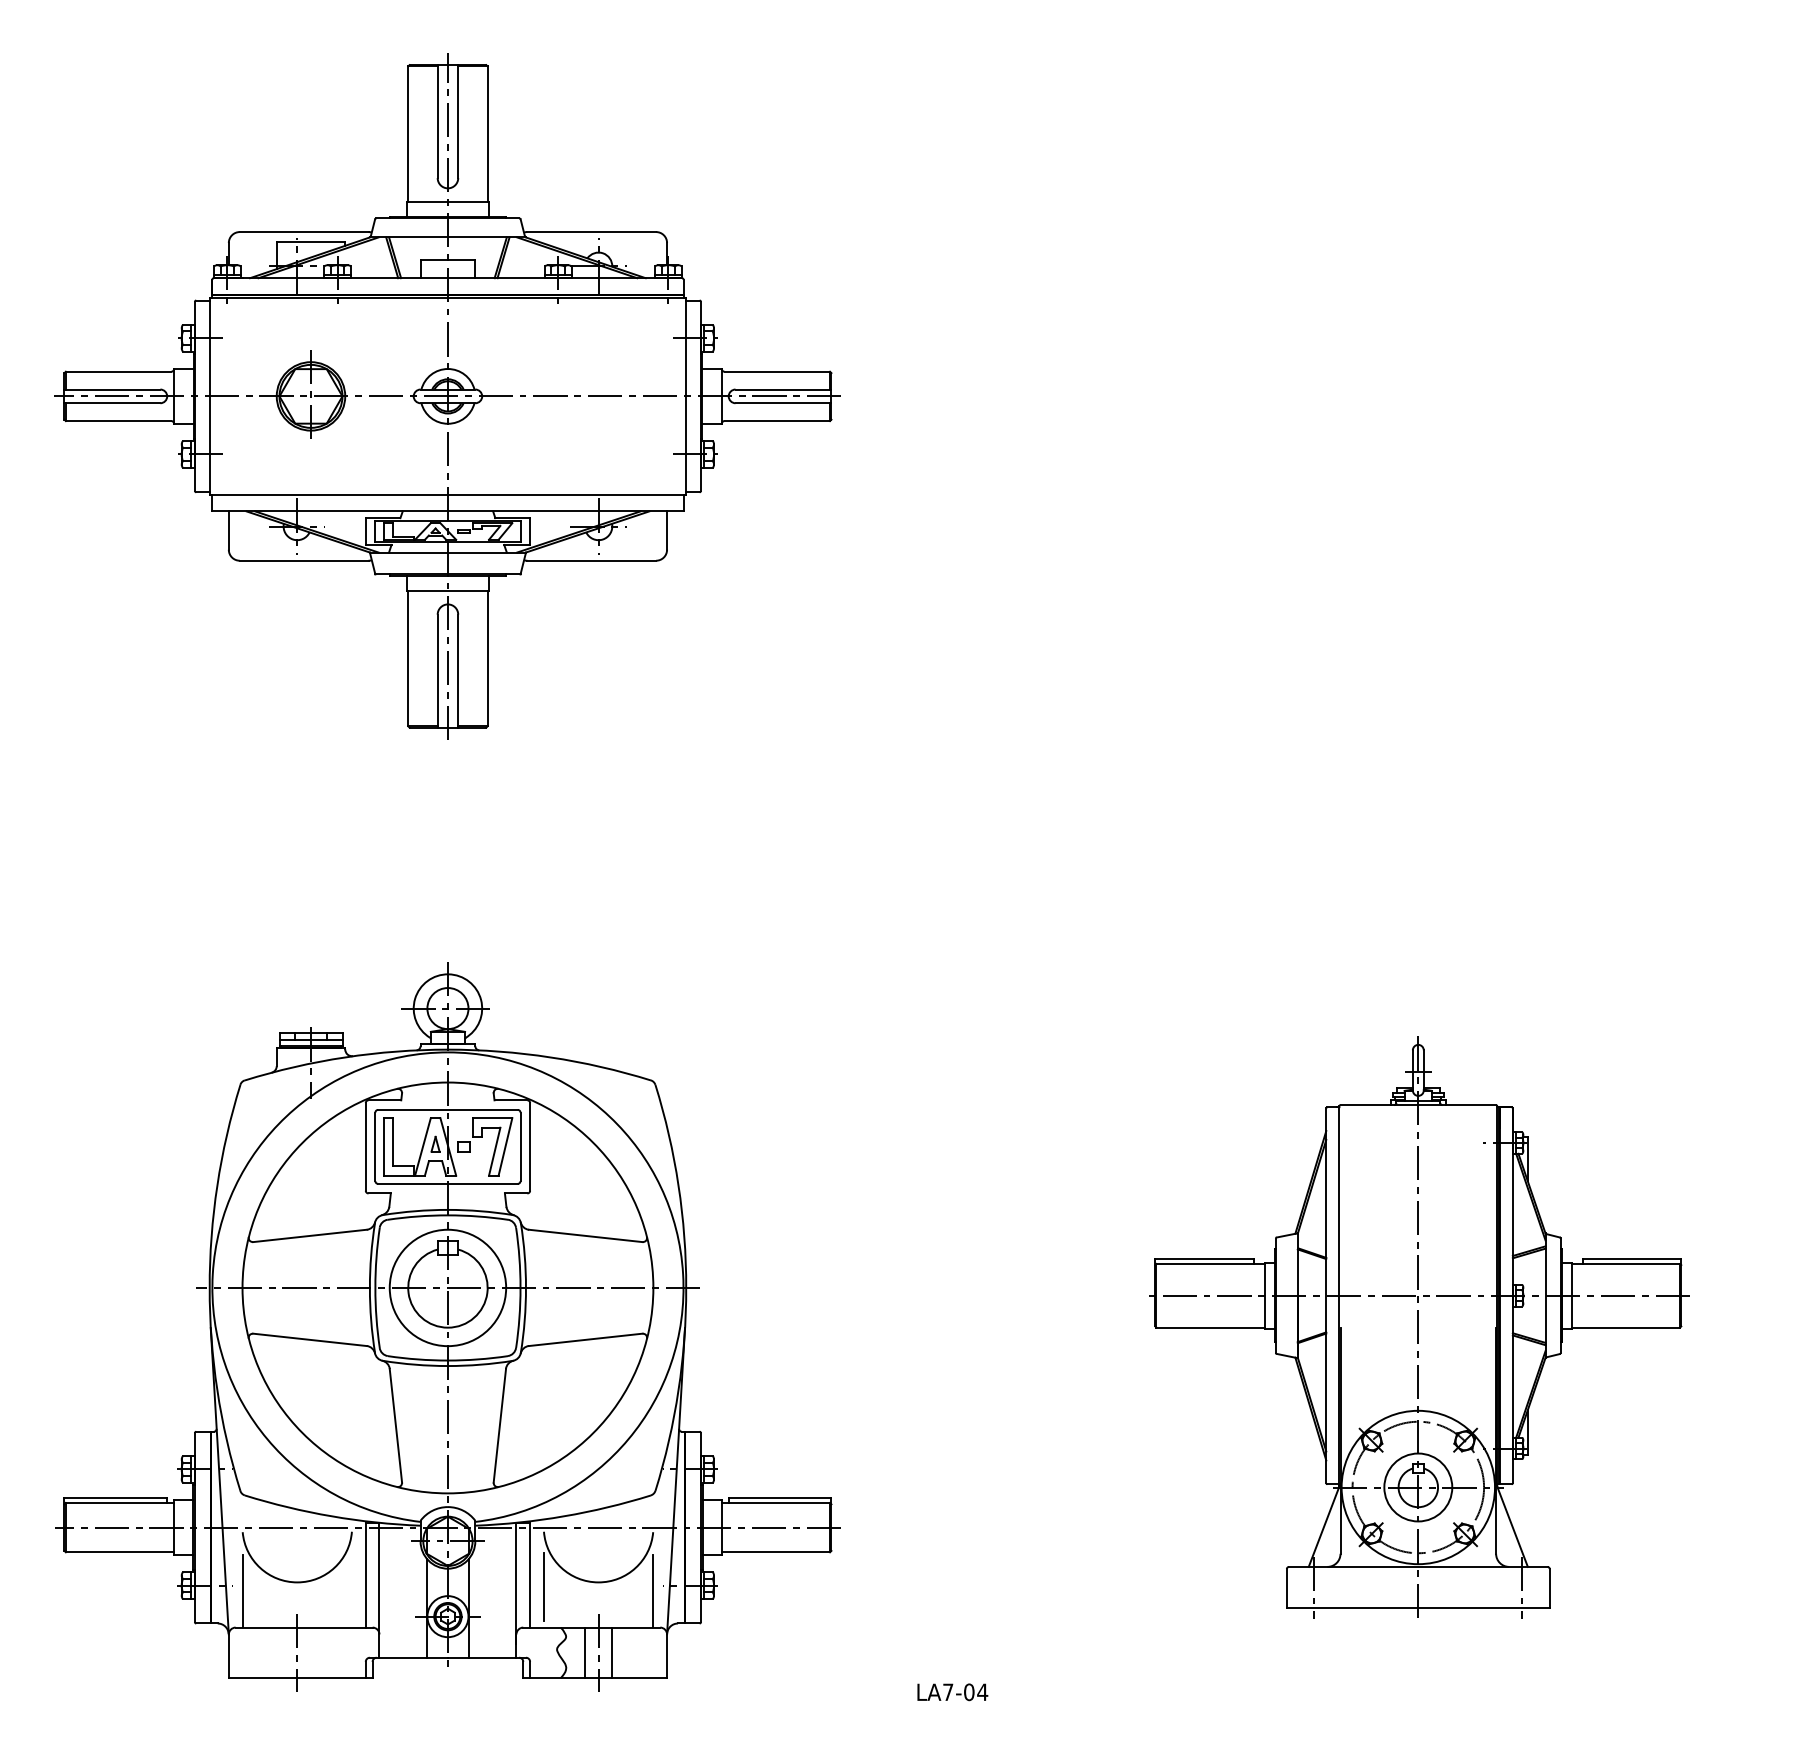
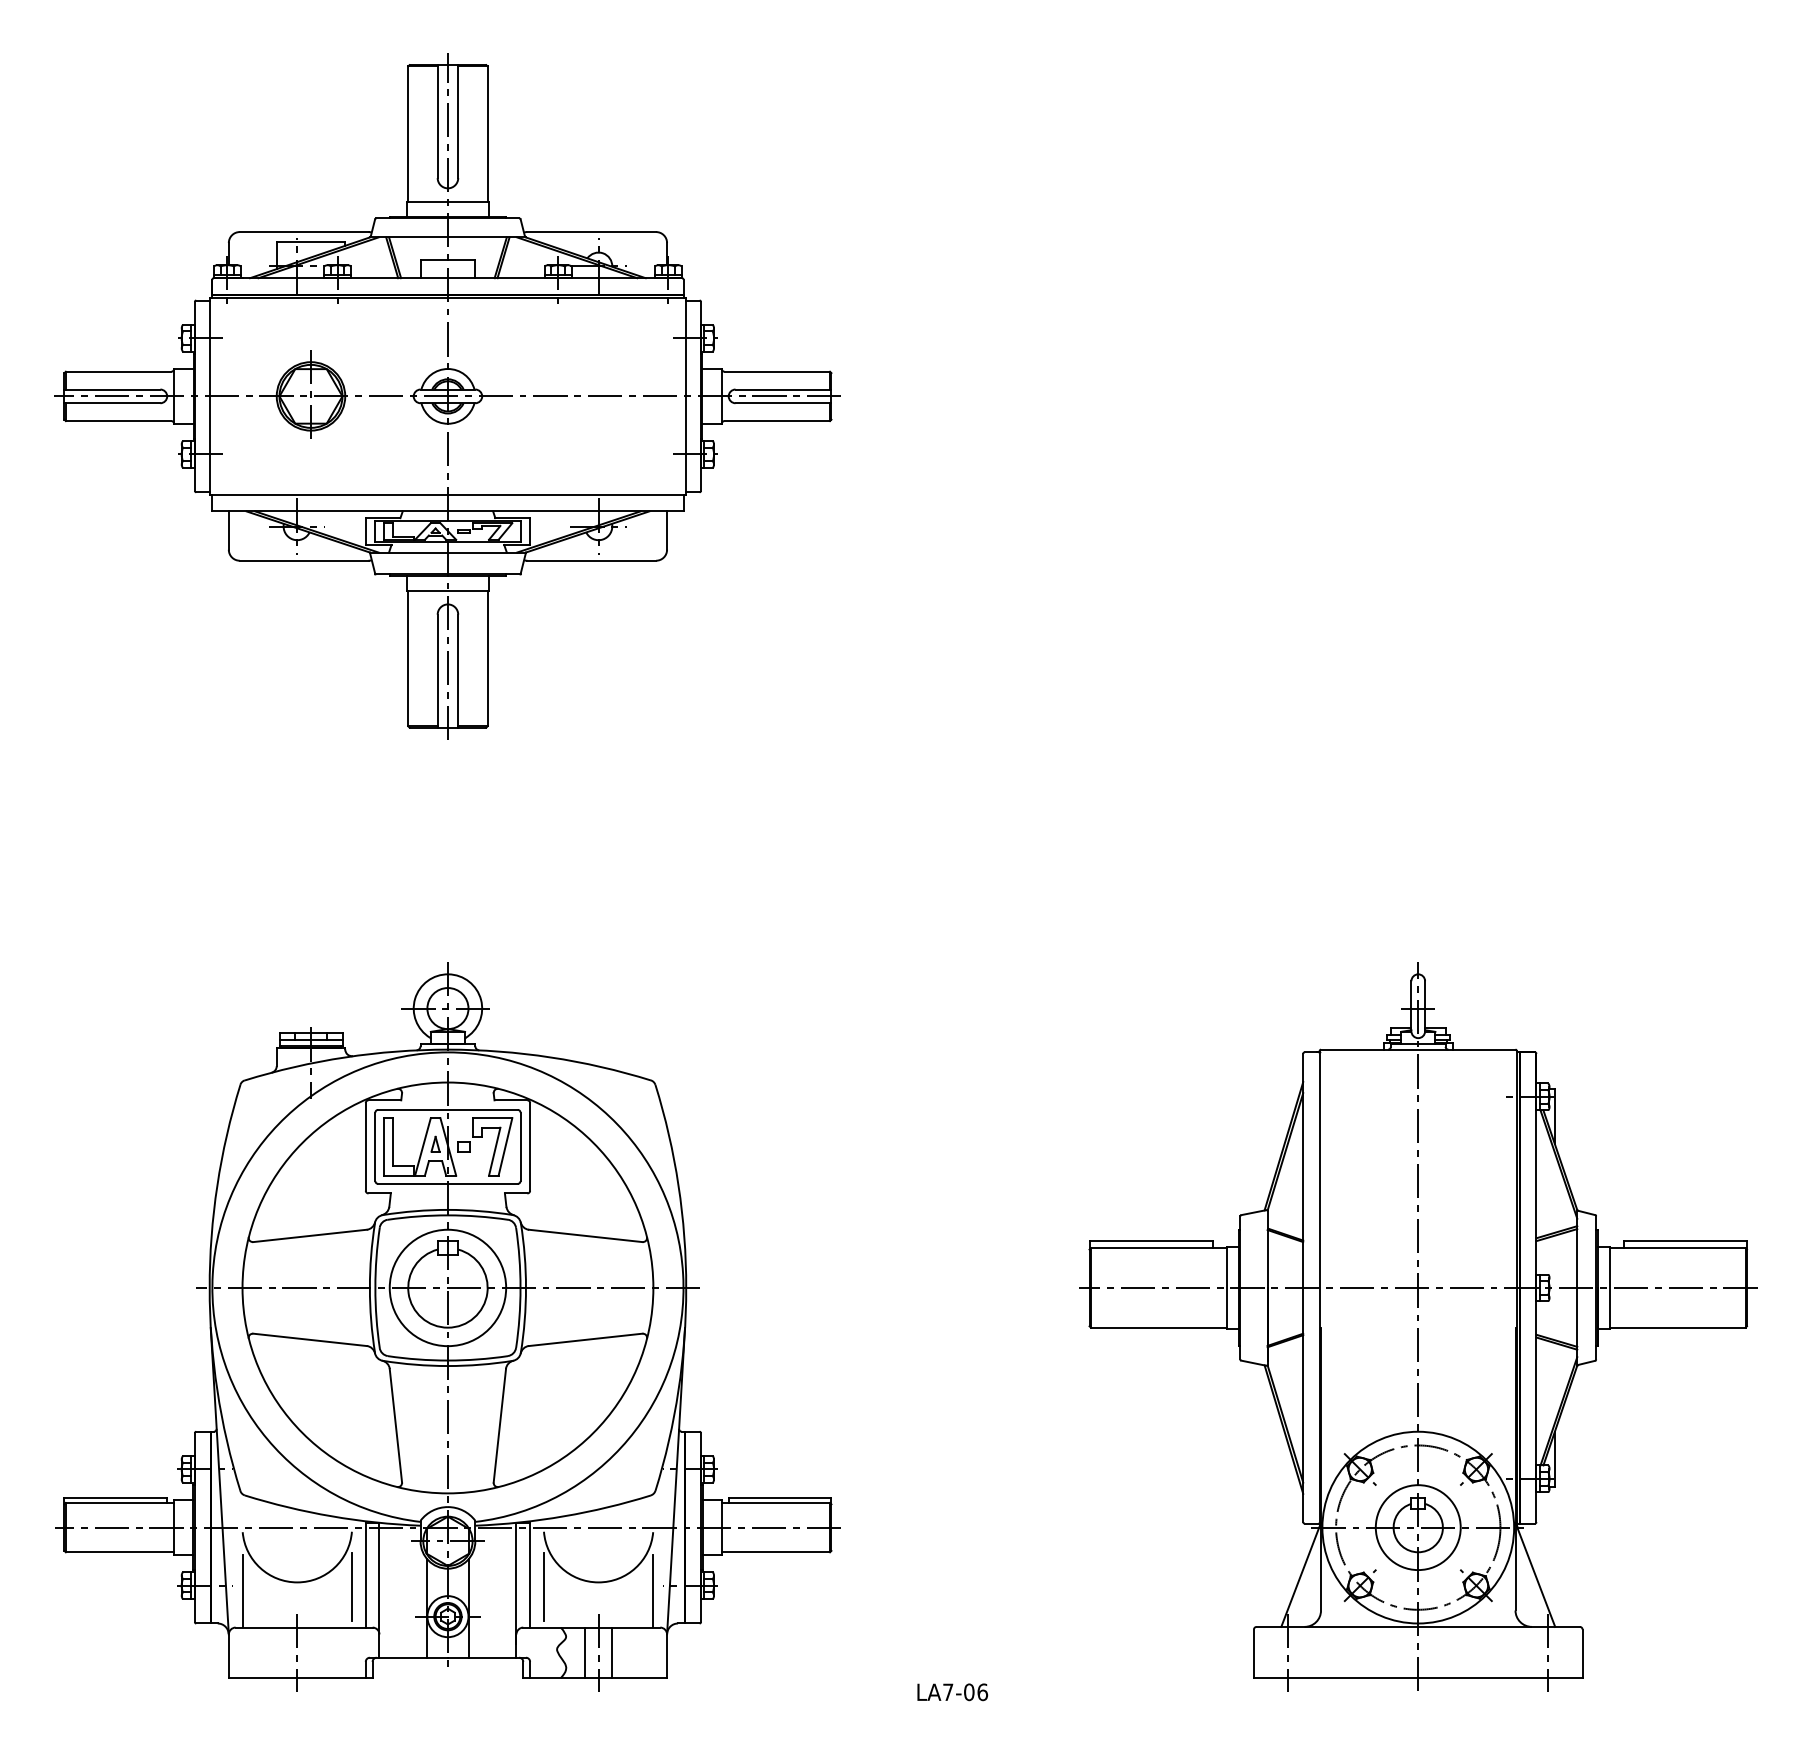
part at (1419, 1327) size: 541x583 px -> 679x730 px
line at (352, 1587): none -> present
text at (982, 1692): LA7-04 -> LA7-06
